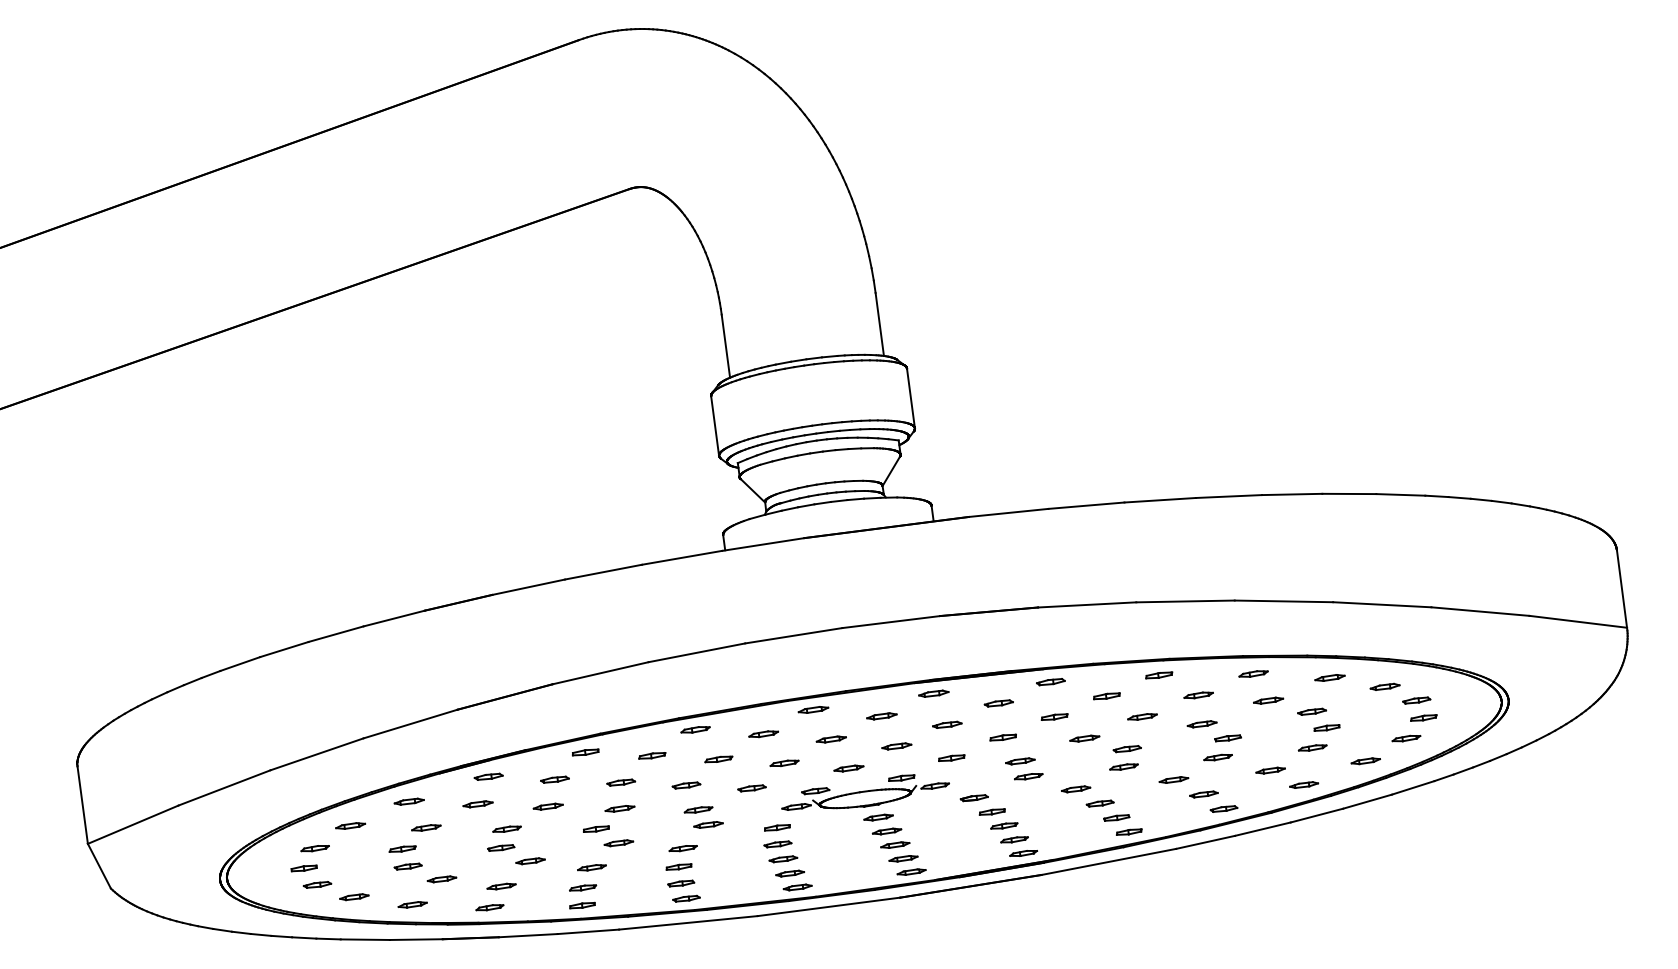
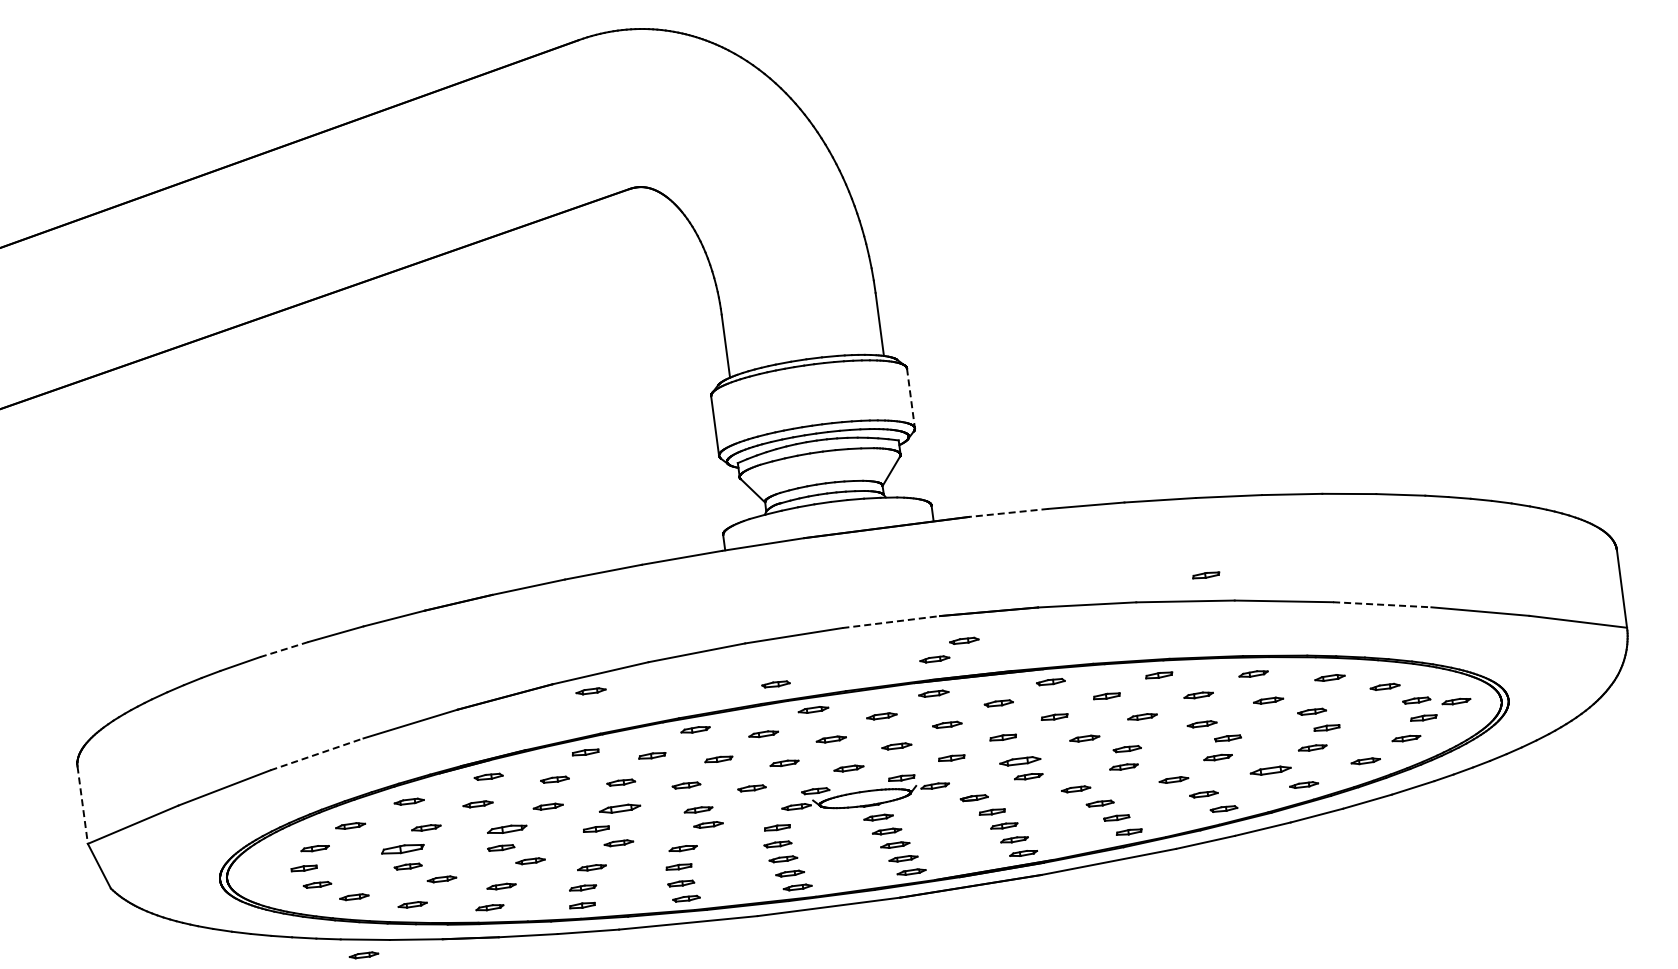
line at (911, 398): solid -> dashed
line at (1008, 512): solid -> dashed
part at (1206, 575): none -> present
line at (1382, 604): solid -> dashed
line at (891, 622): solid -> dashed
part at (964, 640): none -> present
line at (283, 649): solid -> dashed
part at (934, 659): none -> present
part at (775, 684): none -> present
part at (590, 691): none -> present
part at (1456, 701): none -> present
line at (317, 754): solid -> dashed
part at (1020, 761) size: 31x9 px -> 43x11 px
part at (1270, 770) size: 31x9 px -> 43x11 px
line at (82, 805): solid -> dashed
part at (619, 808) size: 32x8 px -> 44x11 px
part at (506, 828) size: 30x8 px -> 41x10 px
part at (402, 848) size: 29x8 px -> 44x12 px
part at (363, 955): none -> present
